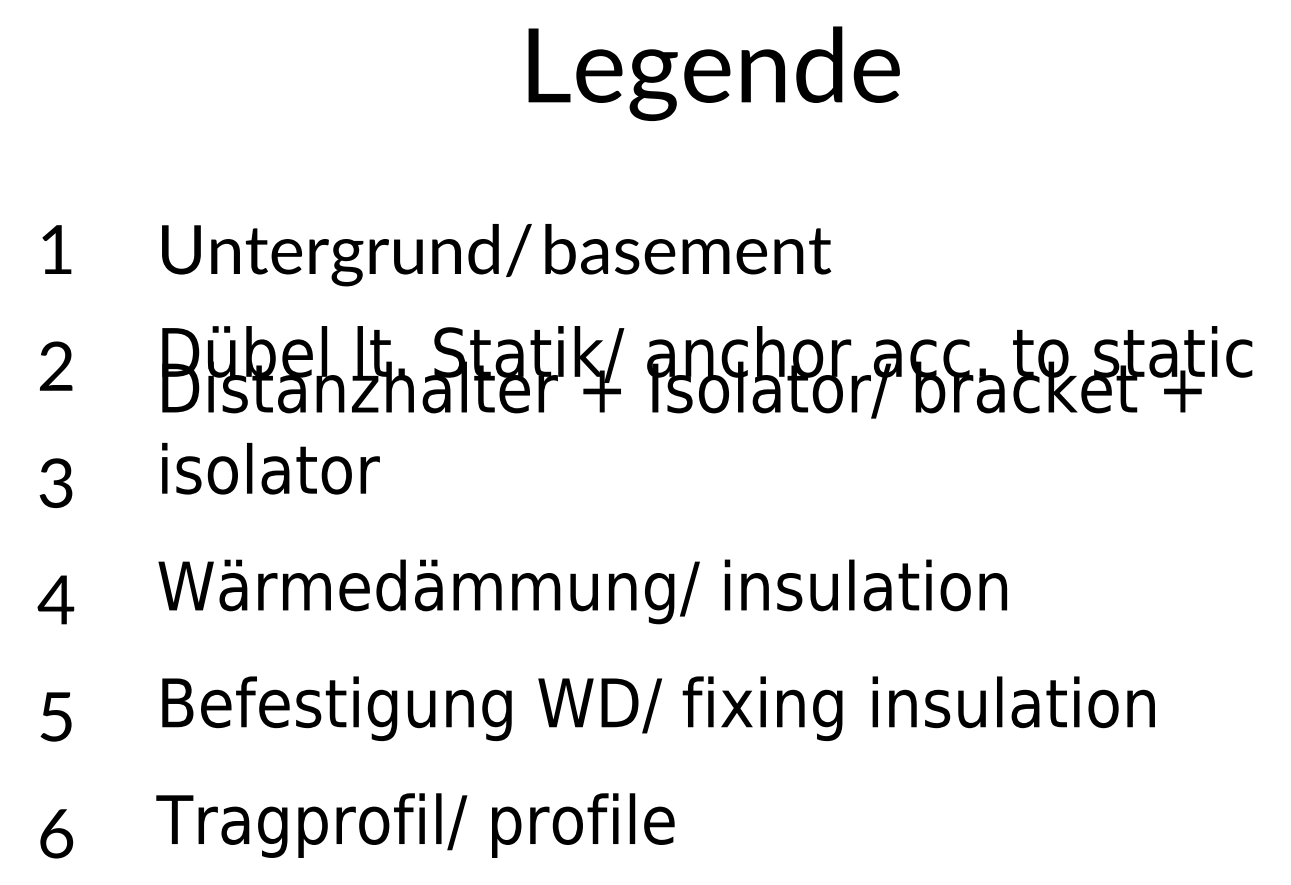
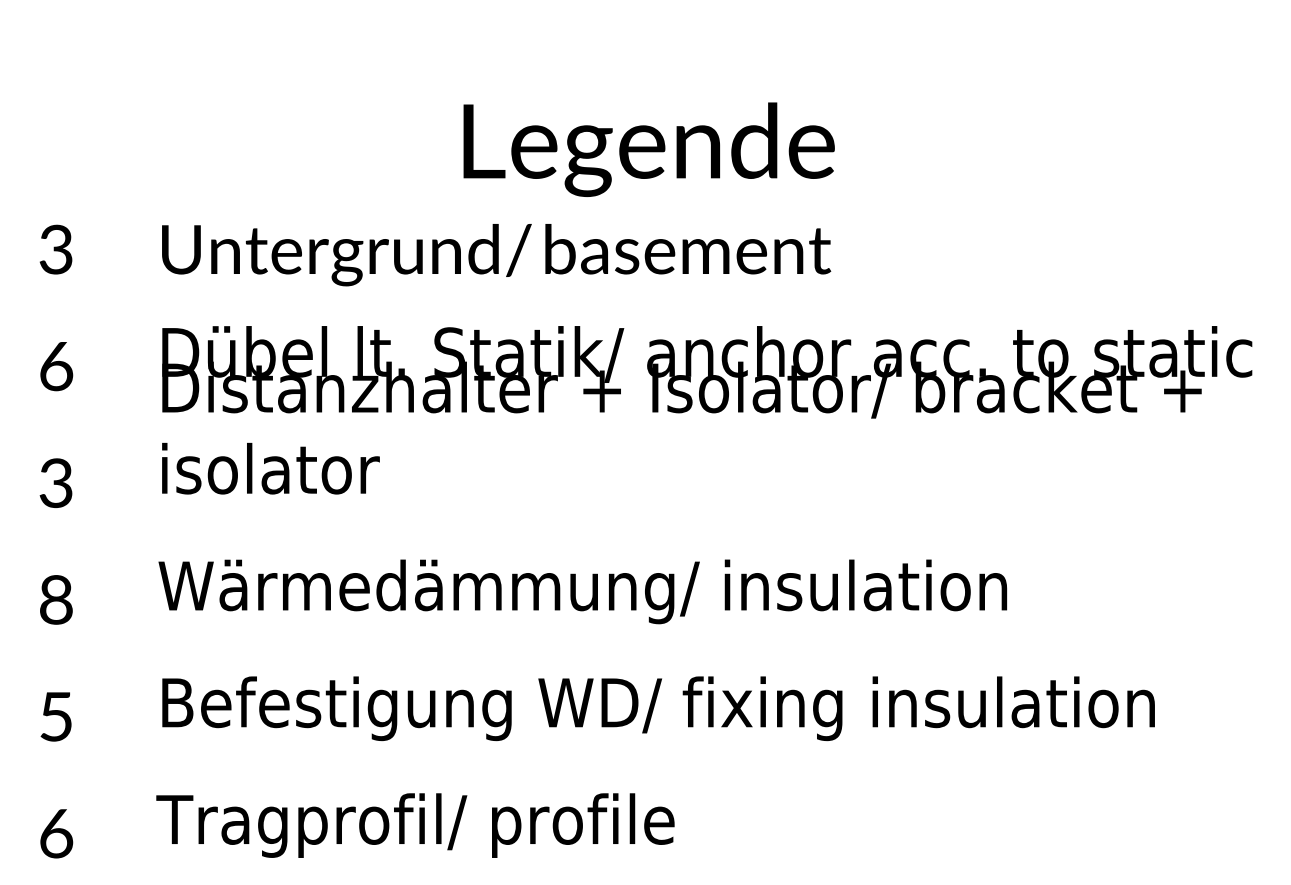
text at (713, 73) position: (713, 73) -> (648, 149)
text at (55, 249): 1 -> 3
text at (56, 366): 2 -> 6
text at (55, 599): 4 -> 8
